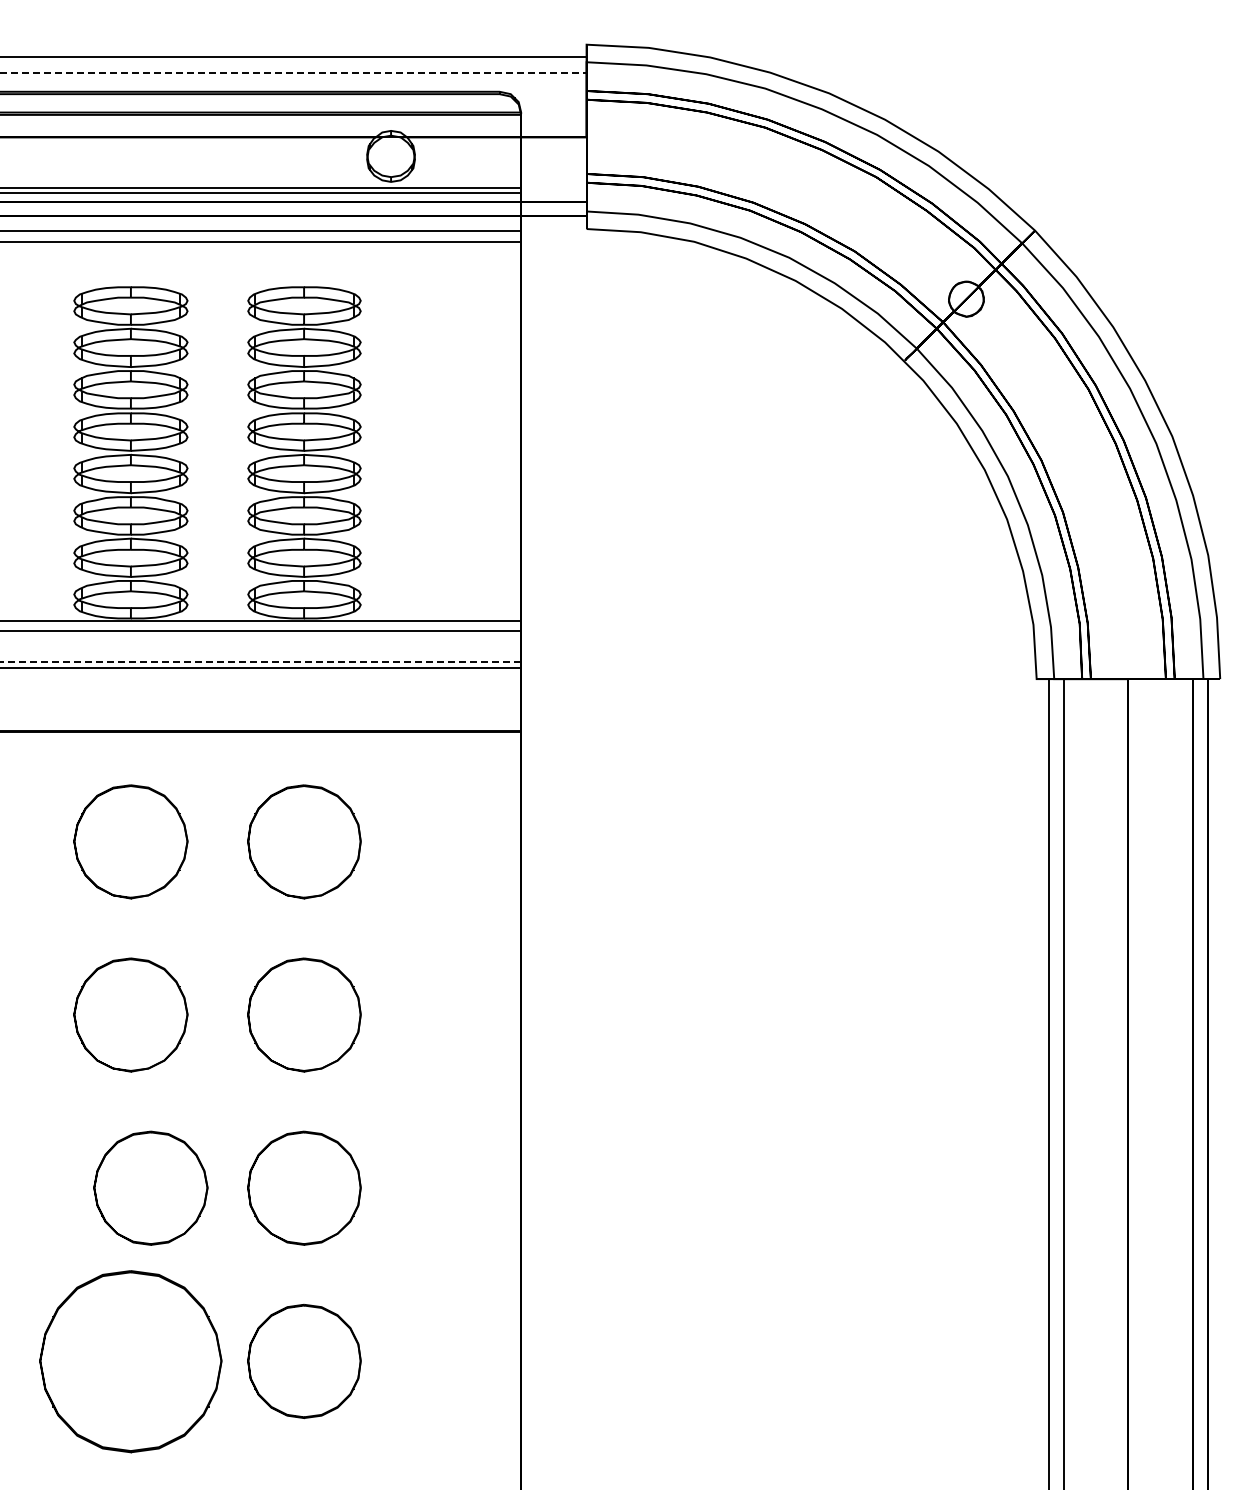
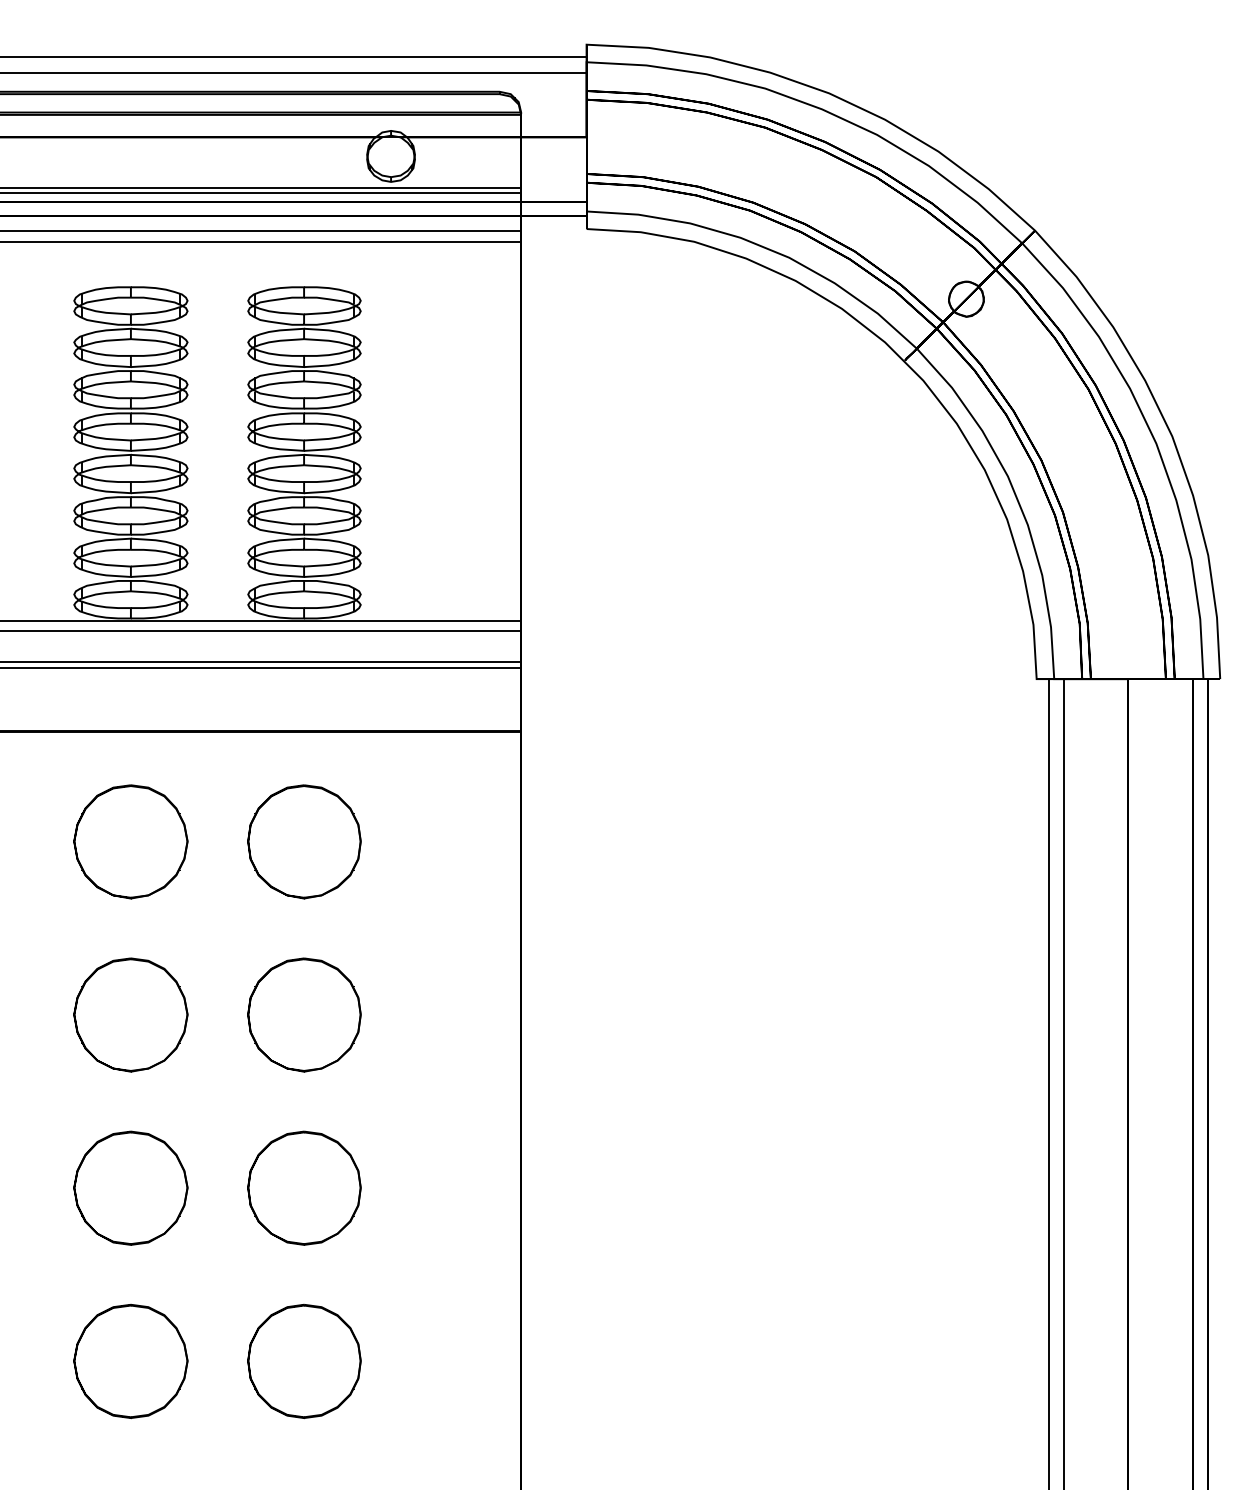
line at (293, 72): dashed -> solid
line at (260, 661): dashed -> solid
part at (150, 1187) position: (150, 1187) -> (130, 1187)
part at (130, 1361) size: 184x184 px -> 116x116 px
